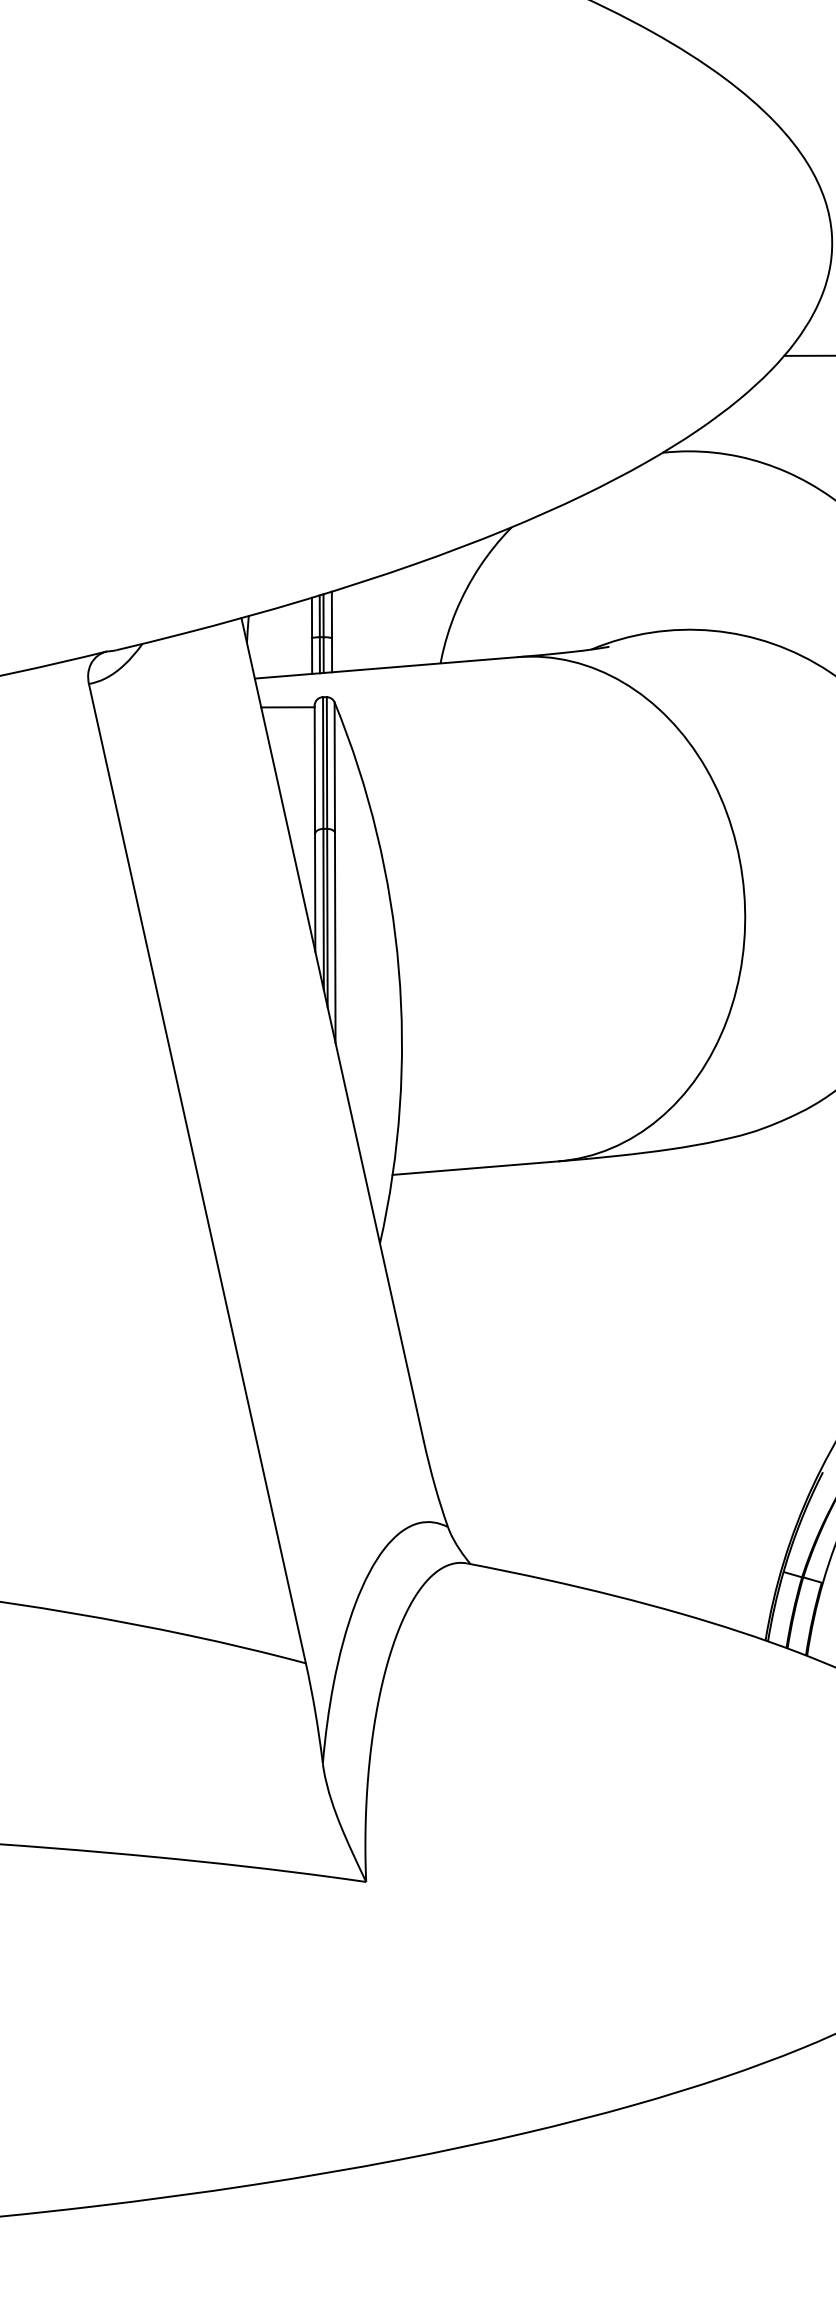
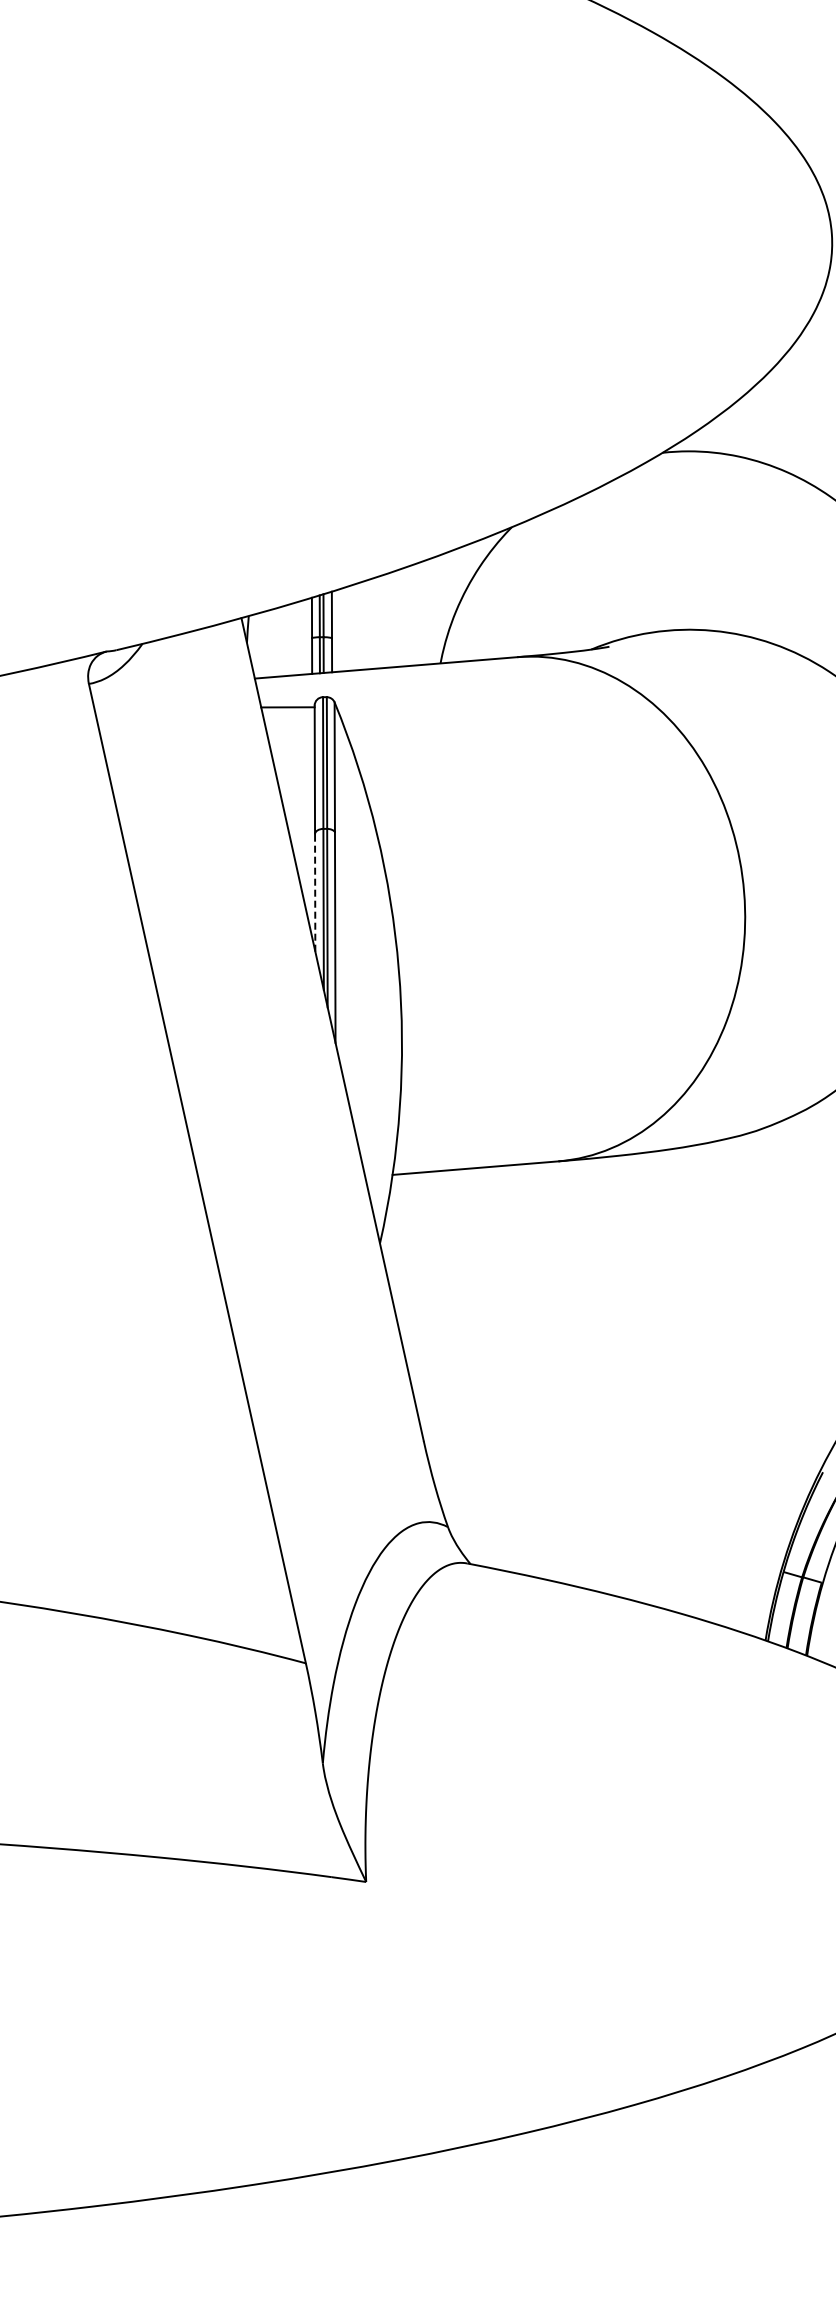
line at (808, 355): present -> none
line at (315, 892): solid -> dashed
